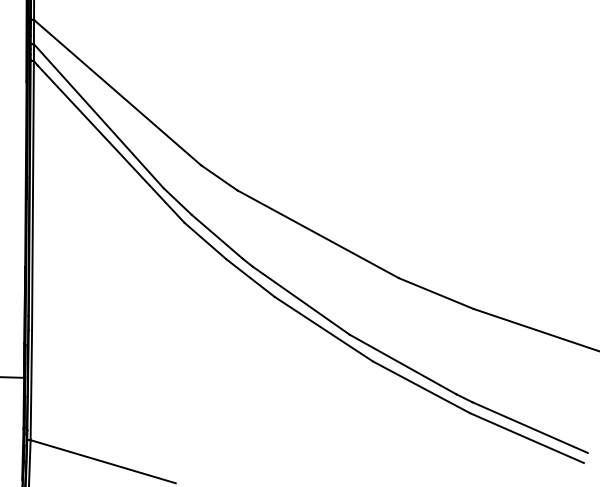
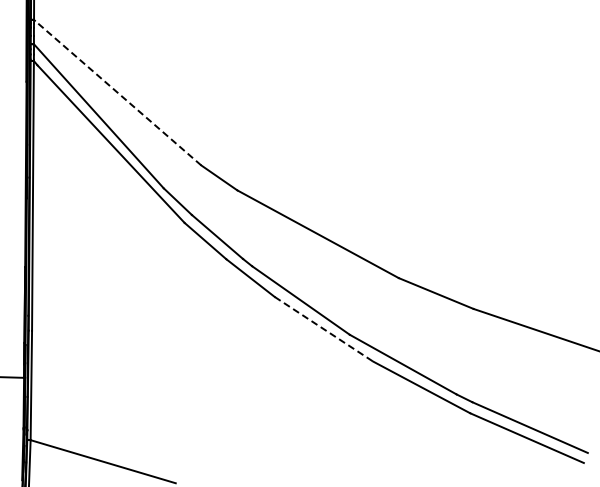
line at (117, 92): solid -> dashed
line at (323, 329): solid -> dashed
